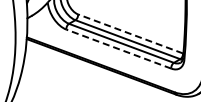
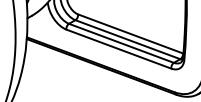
line at (130, 33): dashed -> solid
line at (118, 49): dashed -> solid
